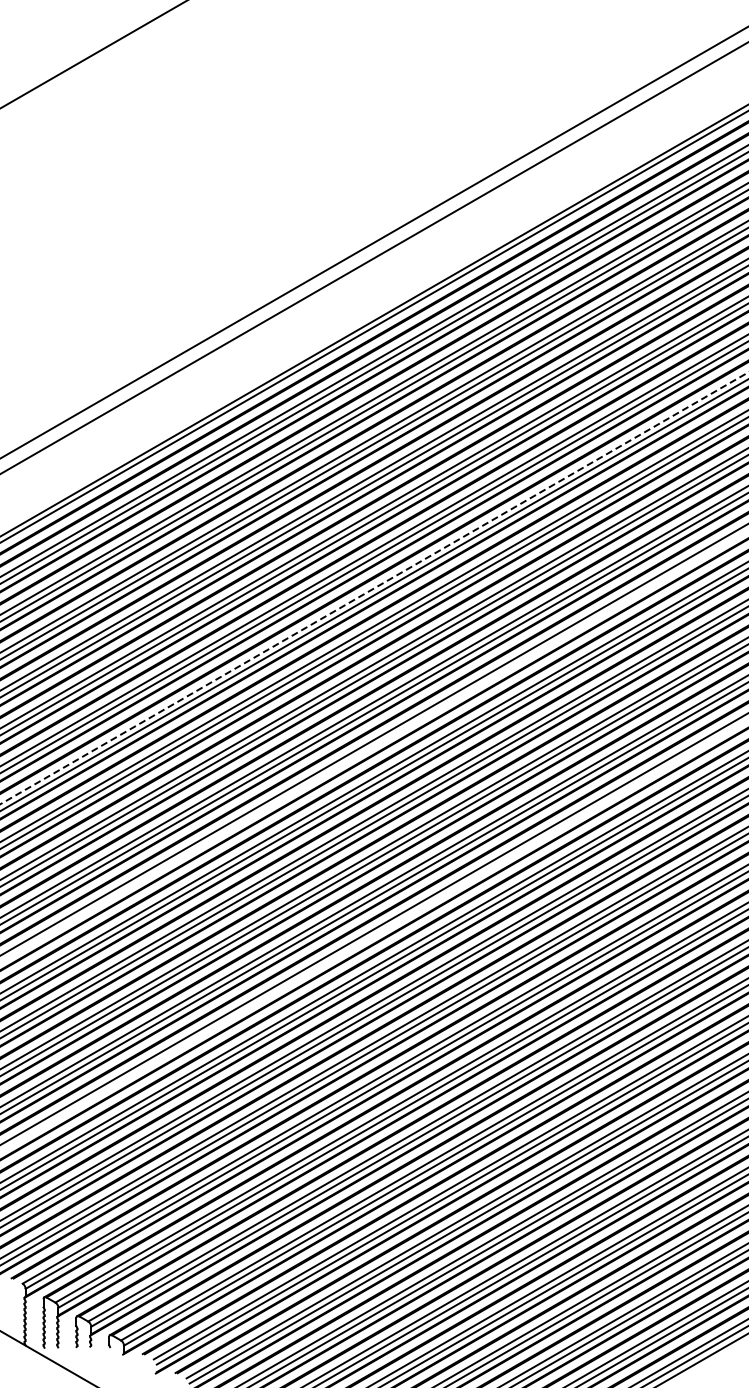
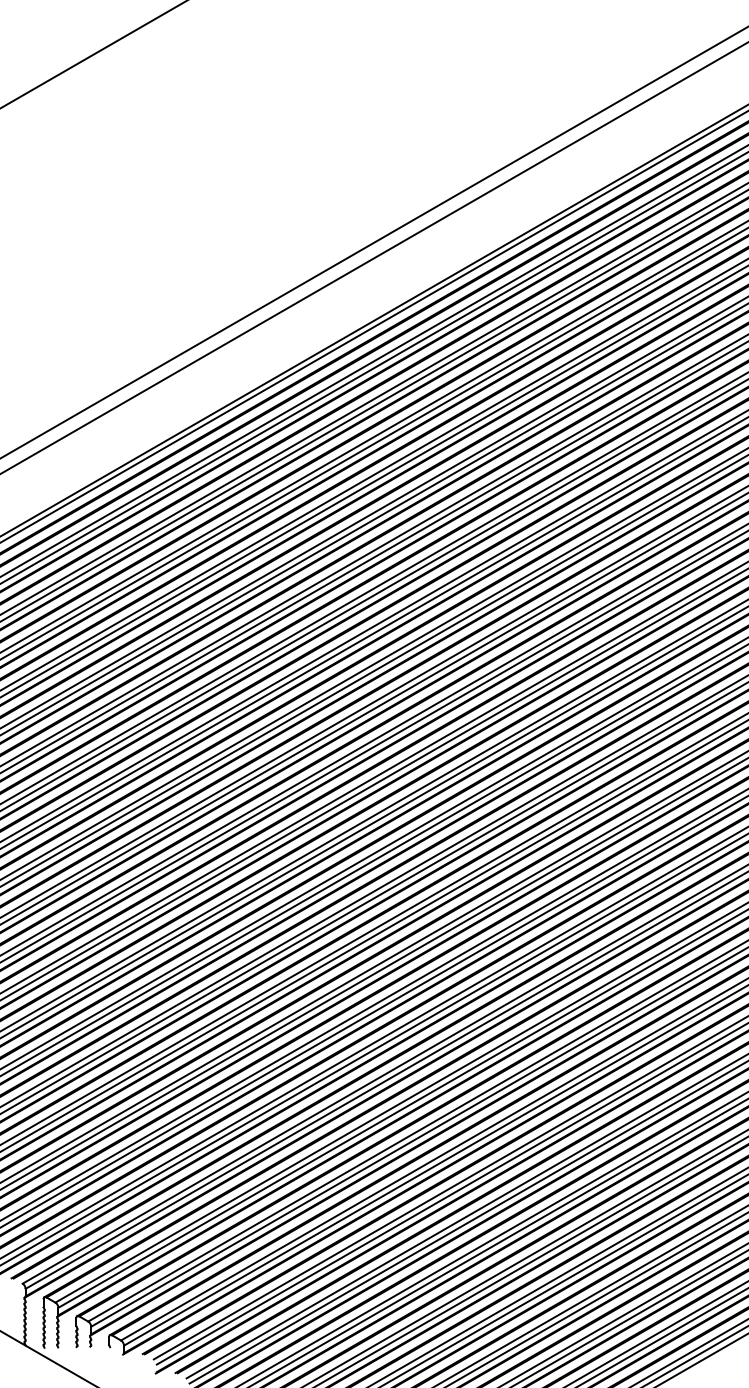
line at (374, 588): dashed -> solid
line at (373, 746): none -> present
line at (373, 935): none -> present
